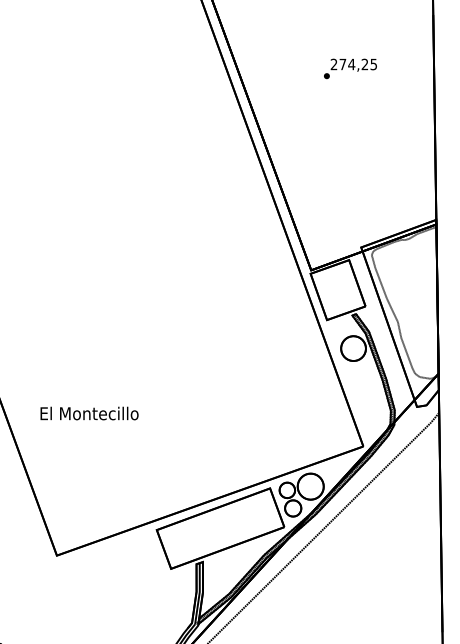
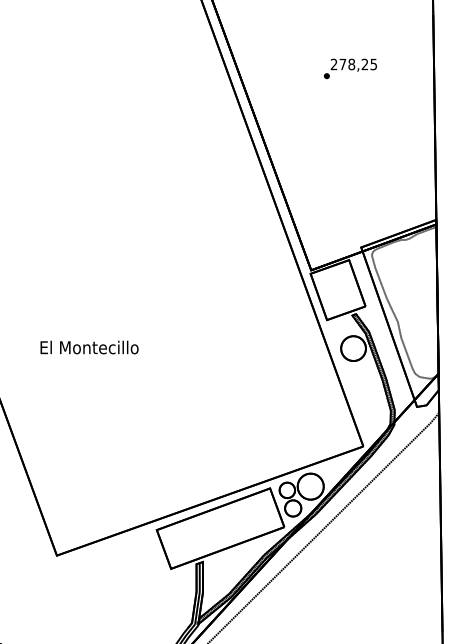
text at (351, 64): 274,25 -> 278,25
text at (89, 413) position: (89, 413) -> (89, 347)
